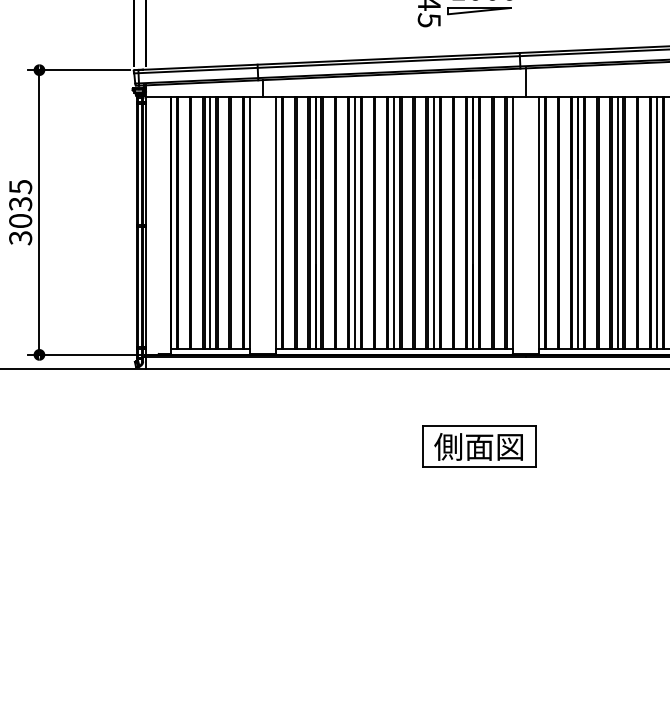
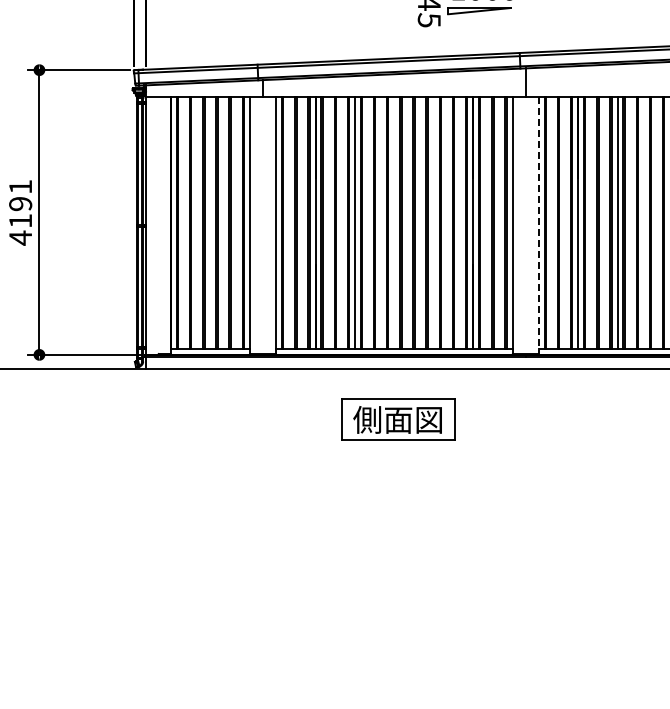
text at (20, 212): 3035 -> 4191
line at (210, 223): present -> none
line at (394, 223): present -> none
line at (433, 223): present -> none
line at (656, 223): present -> none
line at (538, 225): solid -> dashed
part at (479, 446) position: (479, 446) -> (398, 419)
